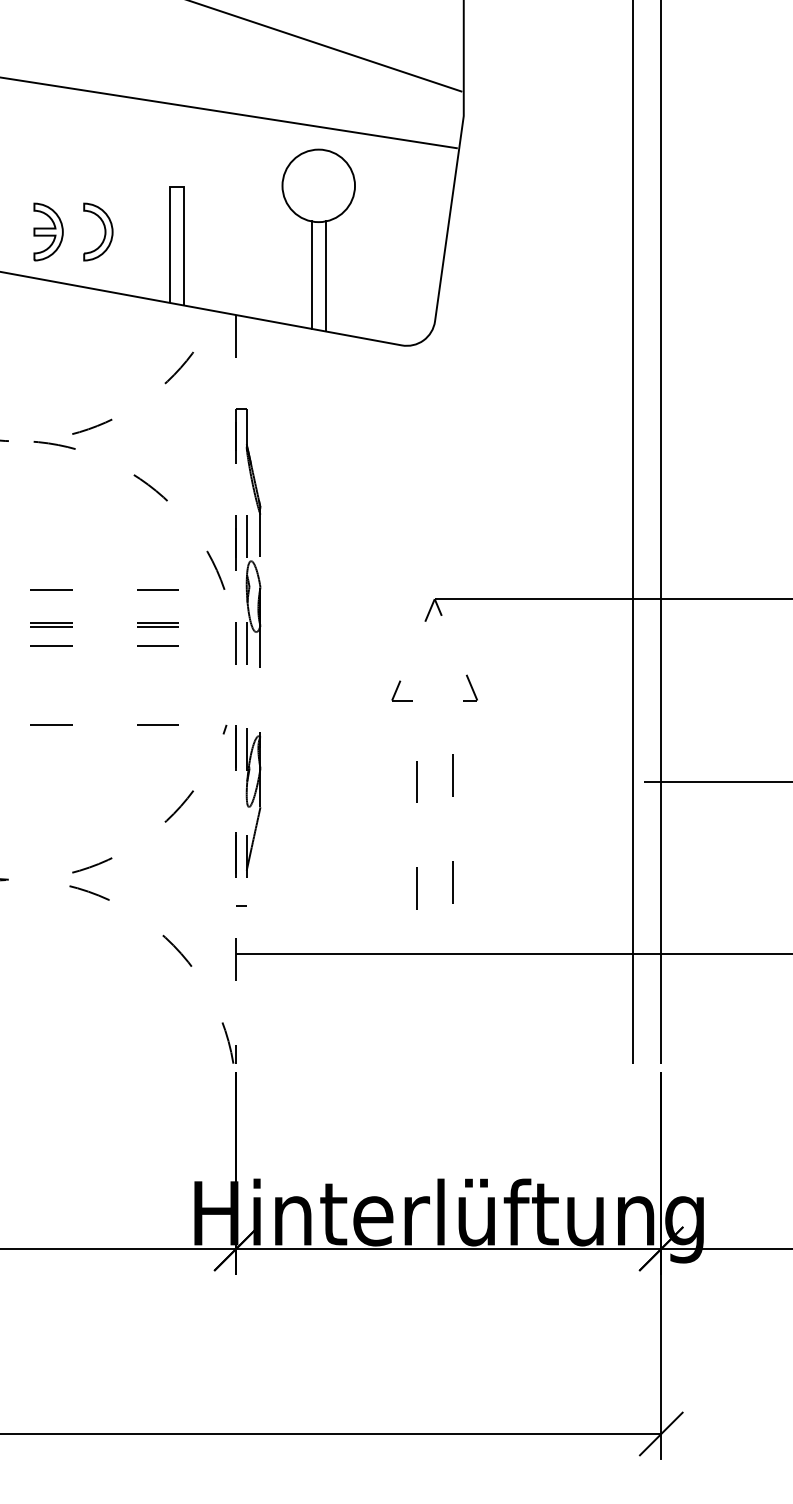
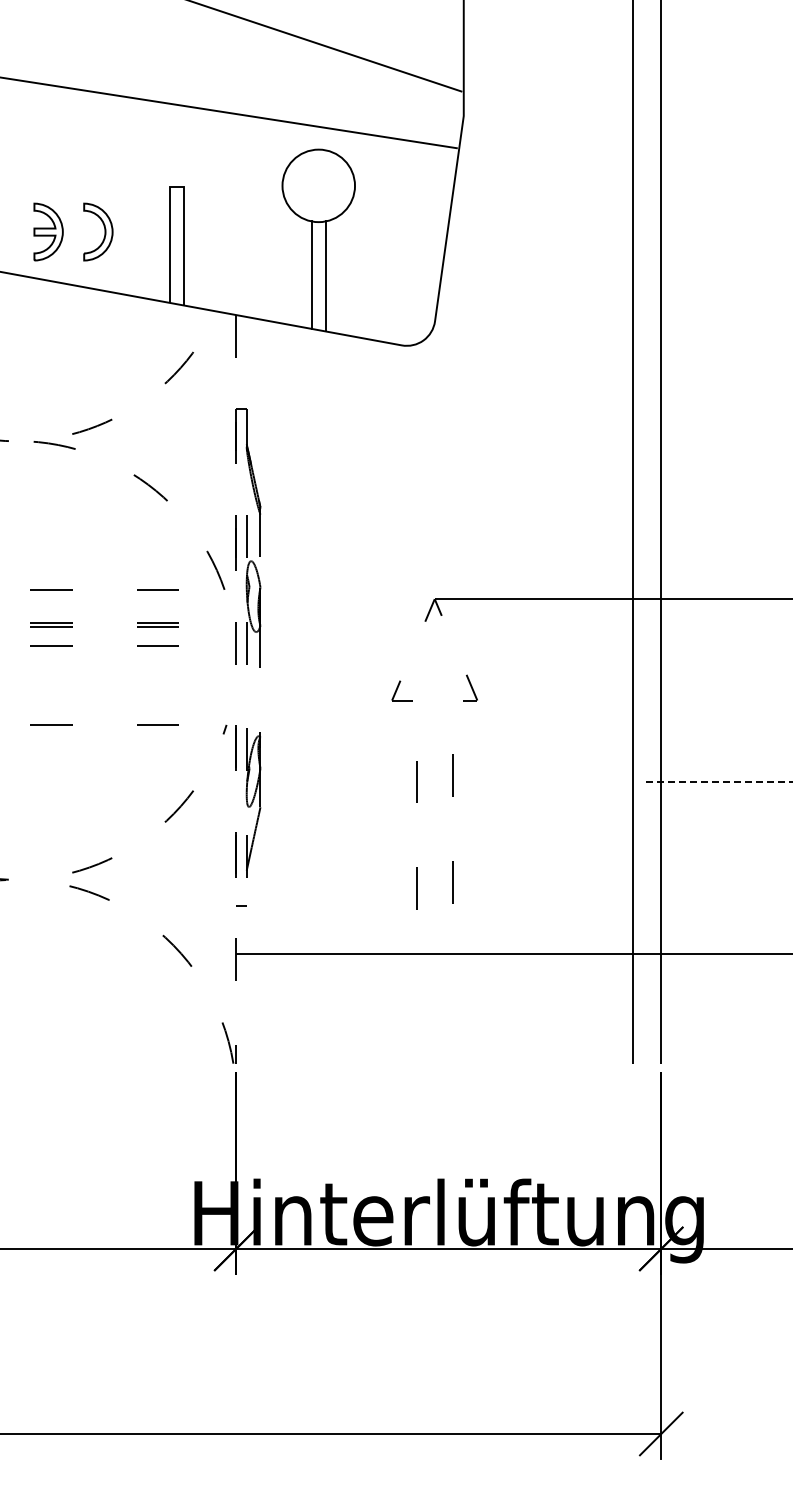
line at (717, 782): solid -> dashed
